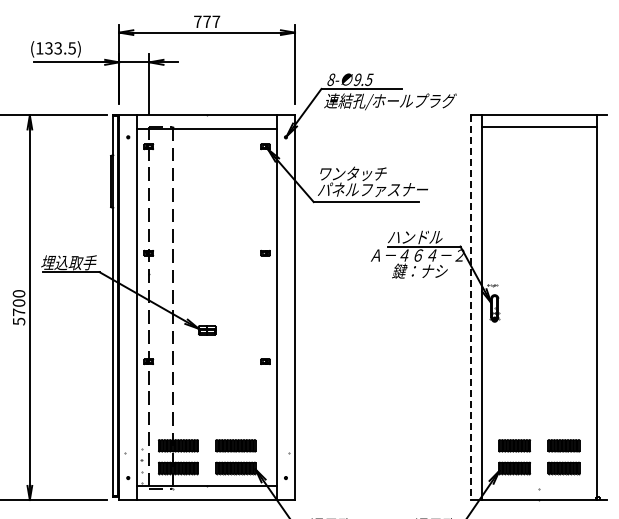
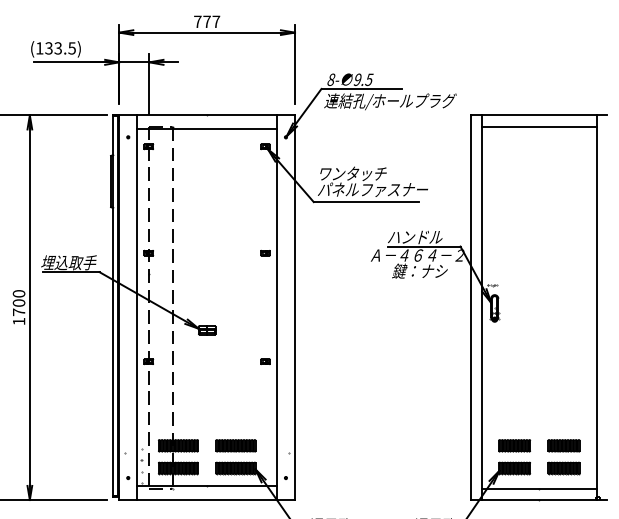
line at (471, 308): dashed -> solid
text at (19, 321): 5700 -> 1700
line at (539, 488): none -> present
